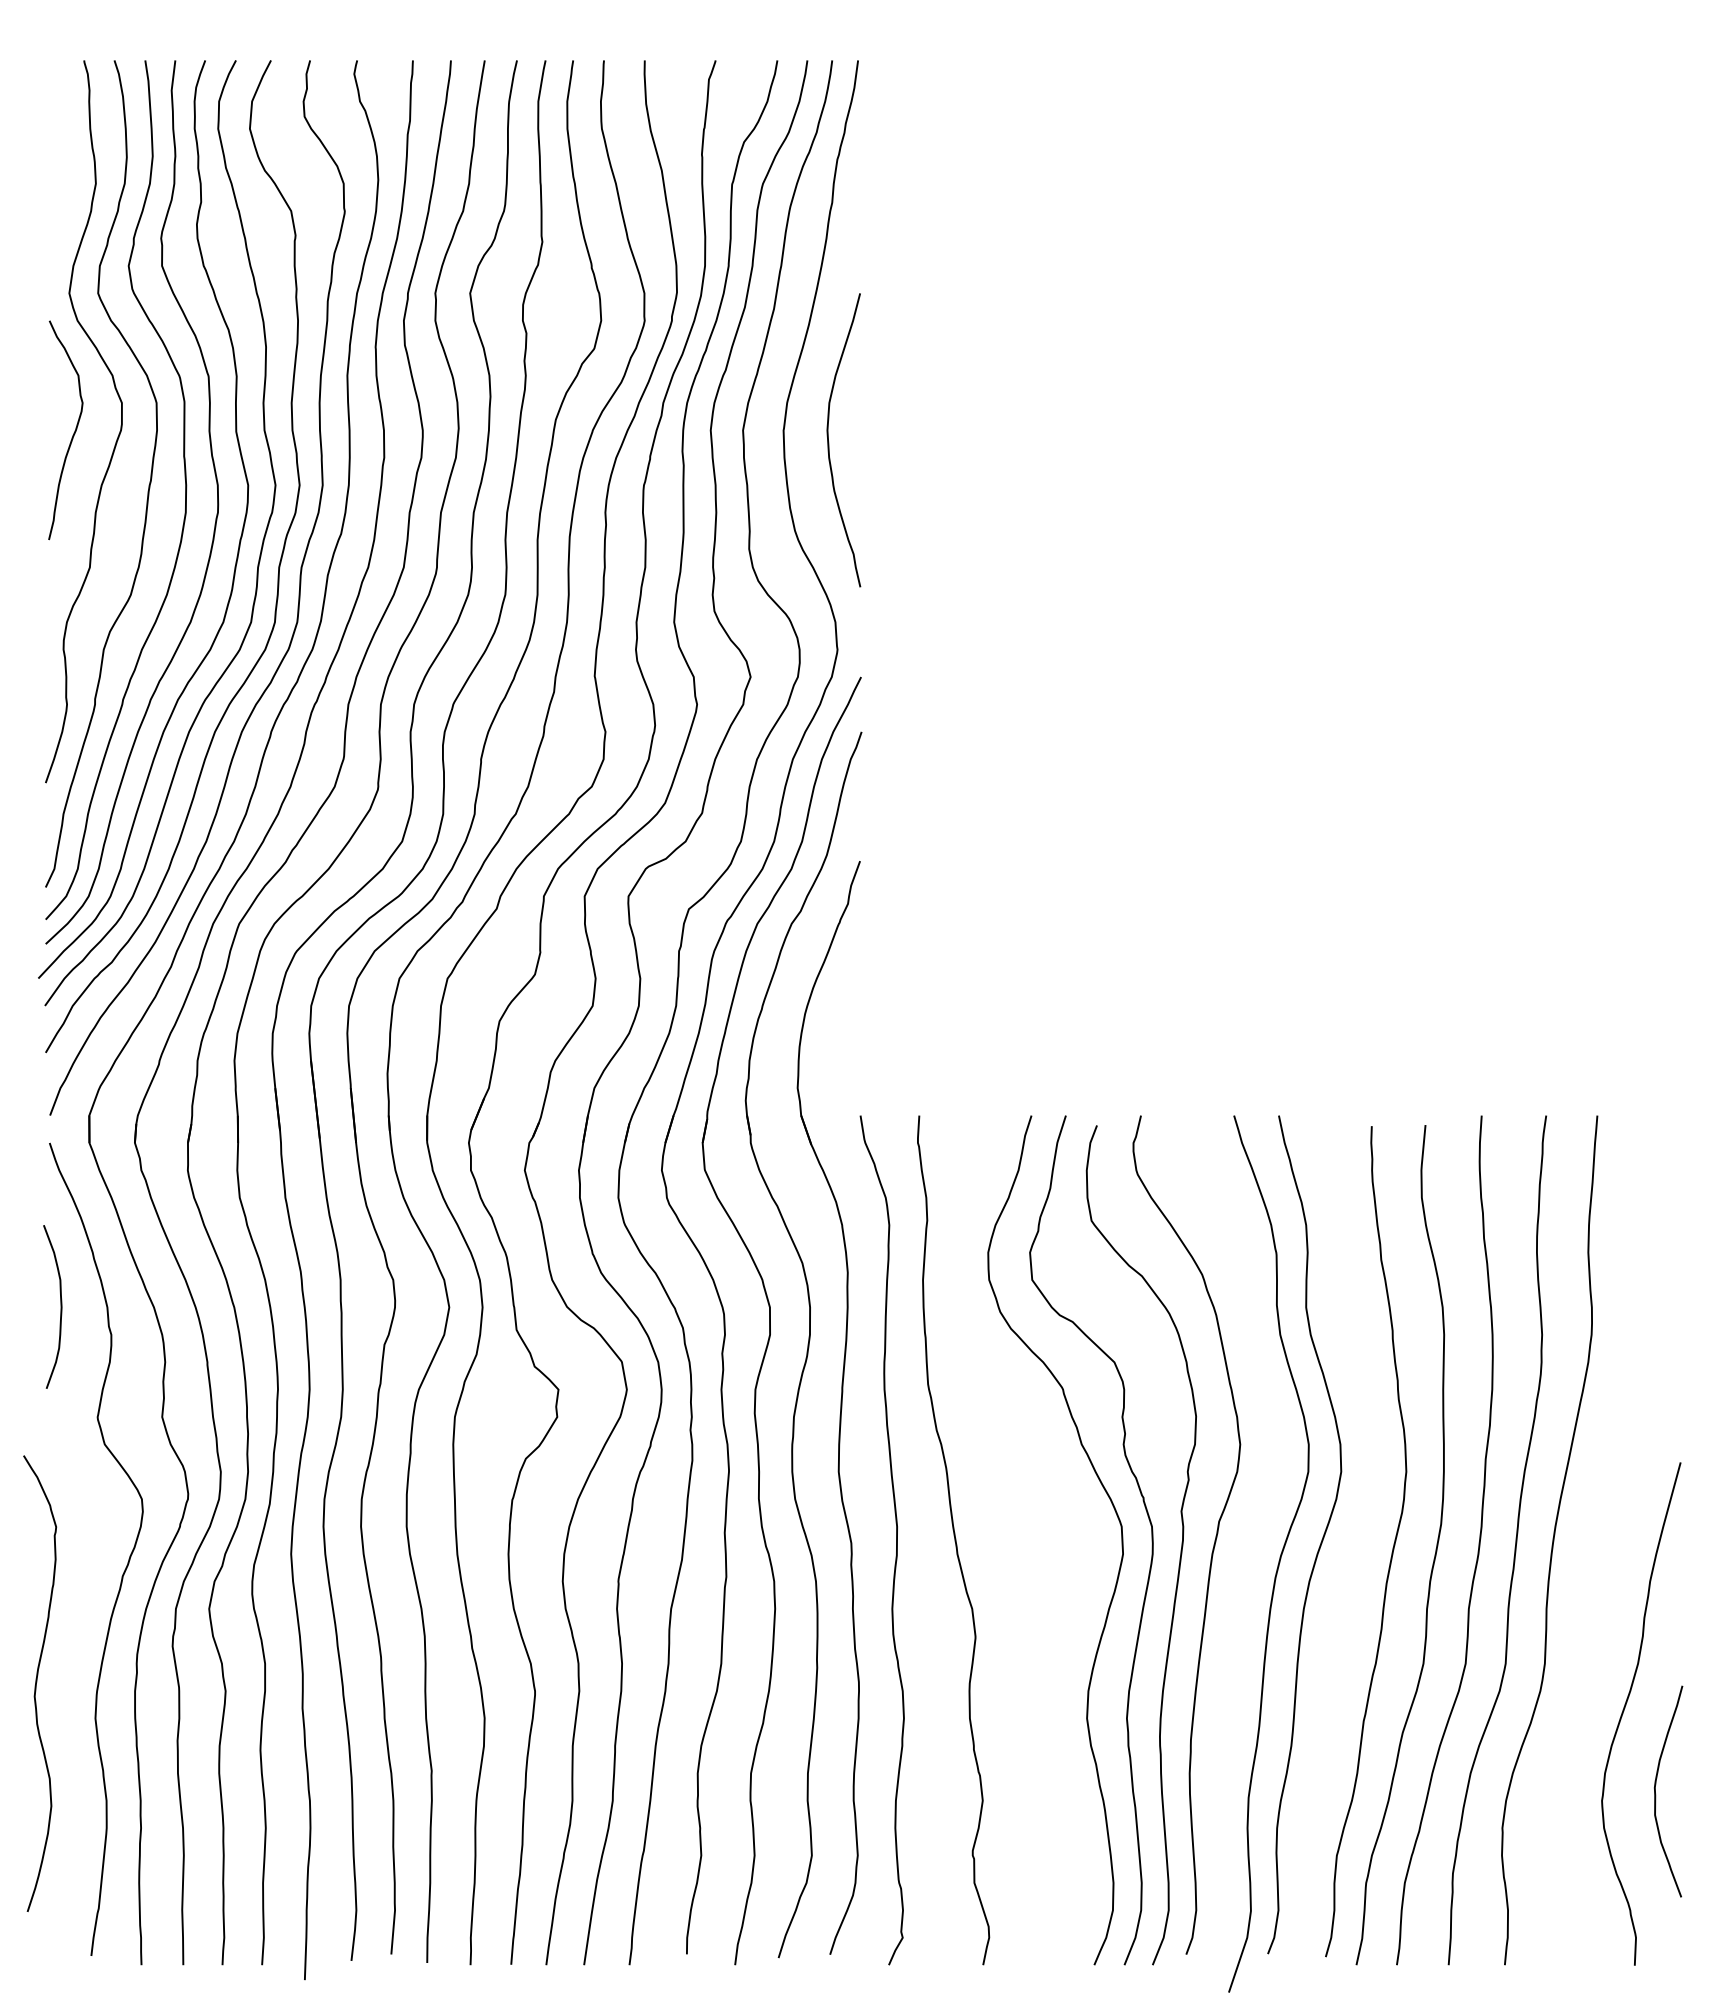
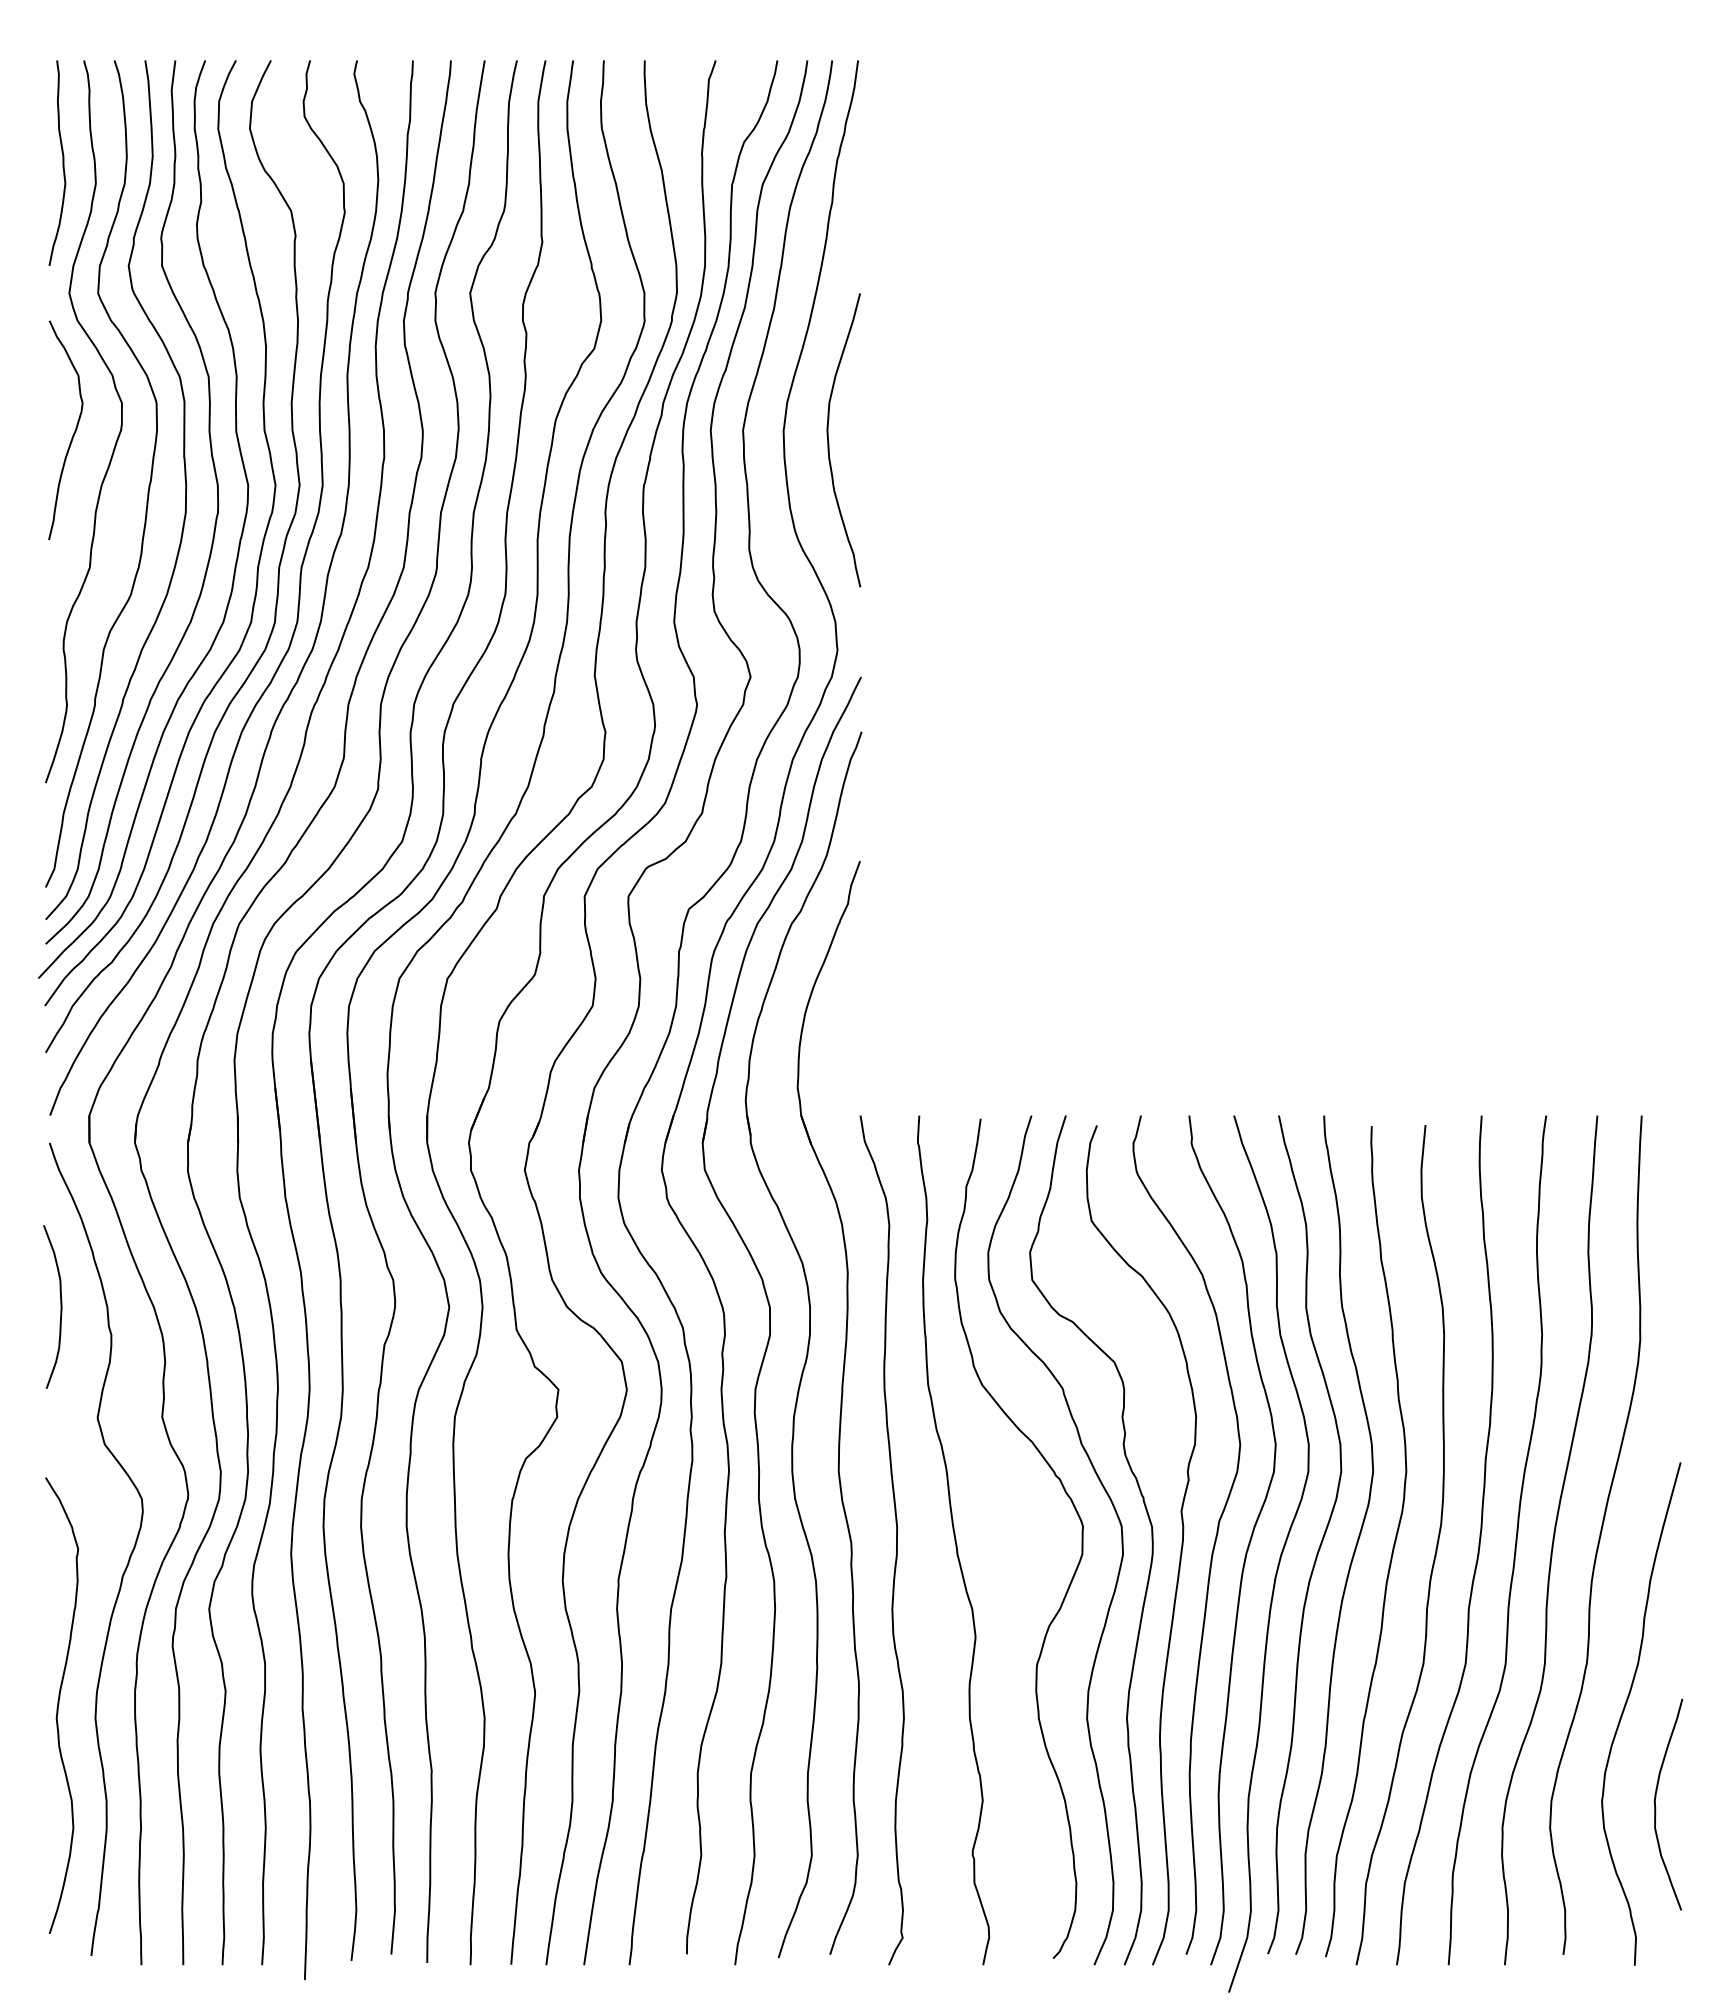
curve at (62, 162): none -> present
curve at (1599, 1534): none -> present
curve at (1081, 1538): none -> present
curve at (1356, 1541): none -> present
curve at (1248, 1542): none -> present
curve at (37, 1682) position: (37, 1682) -> (59, 1704)
curve at (1656, 1794) position: (1656, 1794) -> (1656, 1807)
